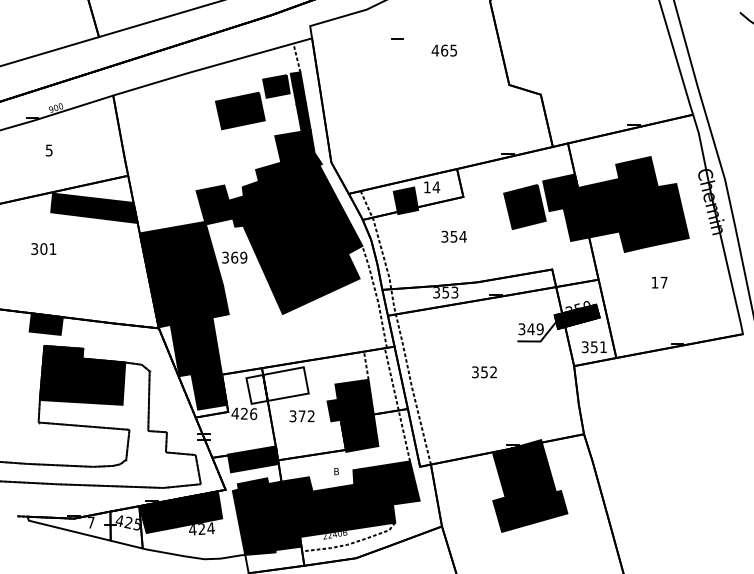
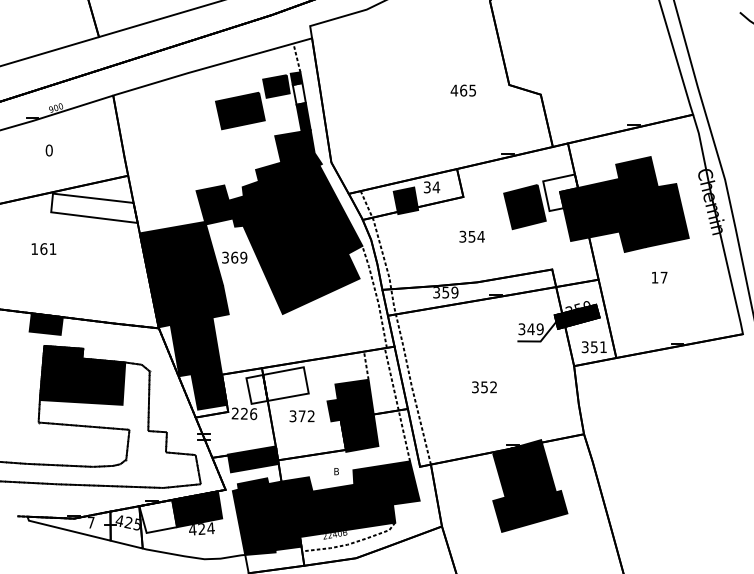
line at (397, 38): present -> none
text at (443, 50) position: (443, 50) -> (462, 90)
fill at (298, 93): present -> none
text at (48, 150): 5 -> 0
text at (426, 187): 14 -> 34
fill at (560, 192): present -> none
fill at (94, 208): present -> none
text at (453, 236) position: (453, 236) -> (471, 236)
text at (39, 249): 301 -> 161
text at (659, 282) position: (659, 282) -> (659, 277)
text at (454, 292): 353 -> 359
text at (484, 372) position: (484, 372) -> (484, 387)
text at (234, 413): 426 -> 226
fill at (158, 515): present -> none
